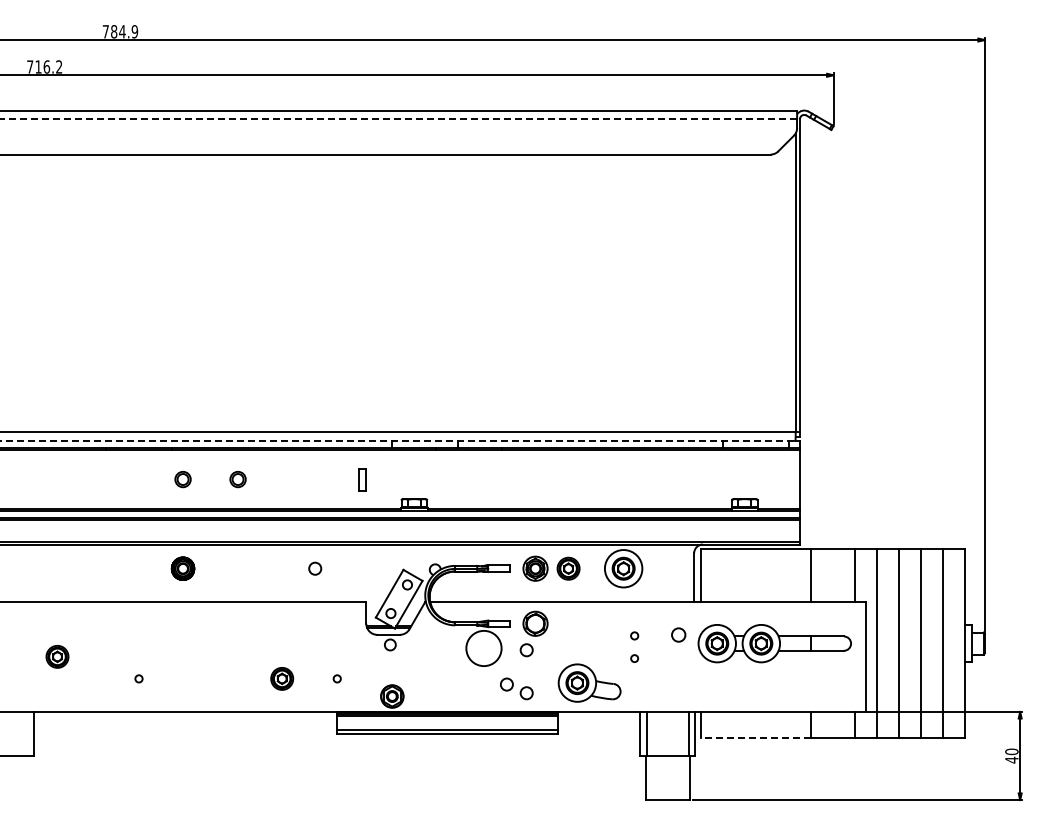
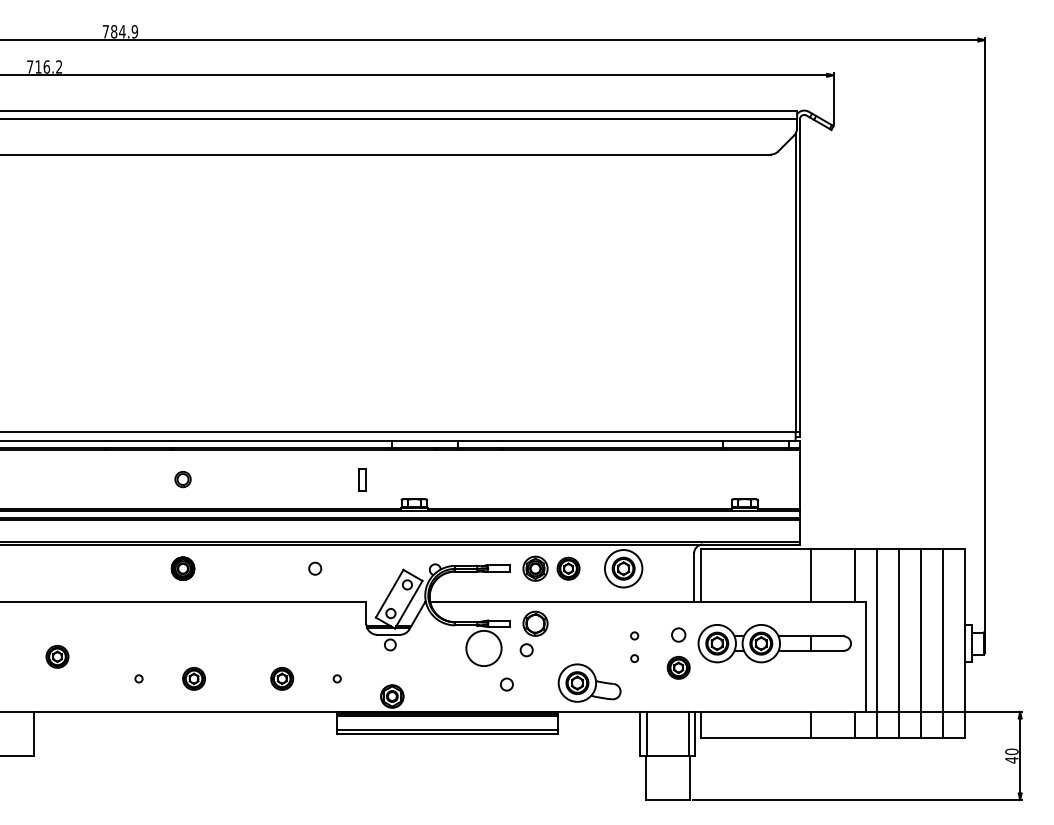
line at (398, 119): dashed -> solid
line at (398, 440): dashed -> solid
part at (237, 479): present -> none
part at (678, 667): none -> present
part at (193, 678): none -> present
circle at (526, 693): present -> none
line at (755, 738): dashed -> solid
